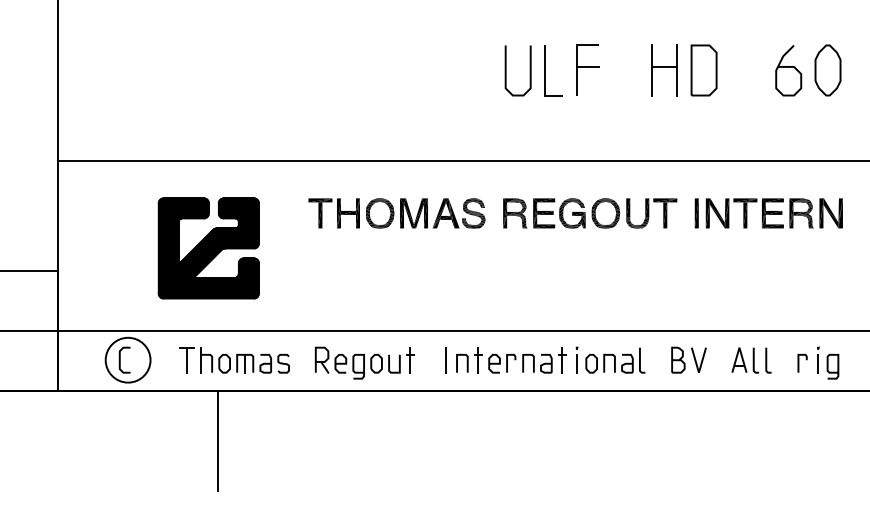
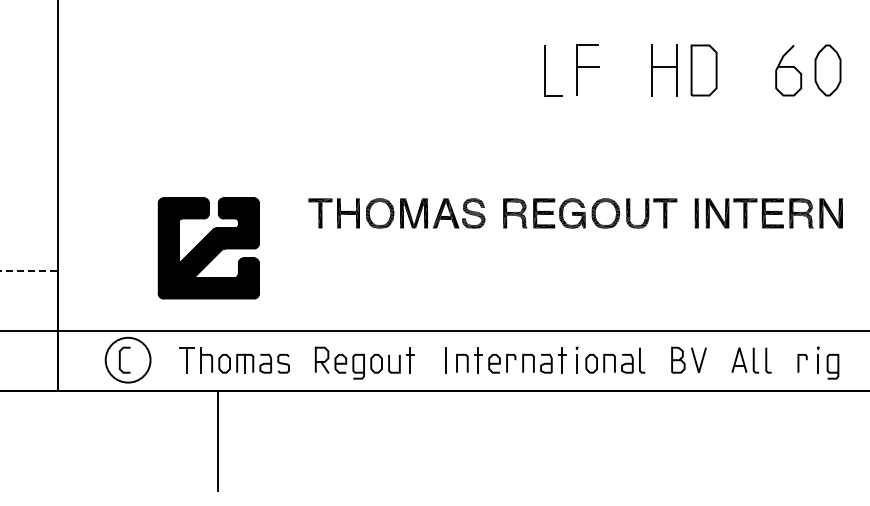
curve at (506, 70): present -> none
line at (461, 160): present -> none
line at (29, 270): solid -> dashed
